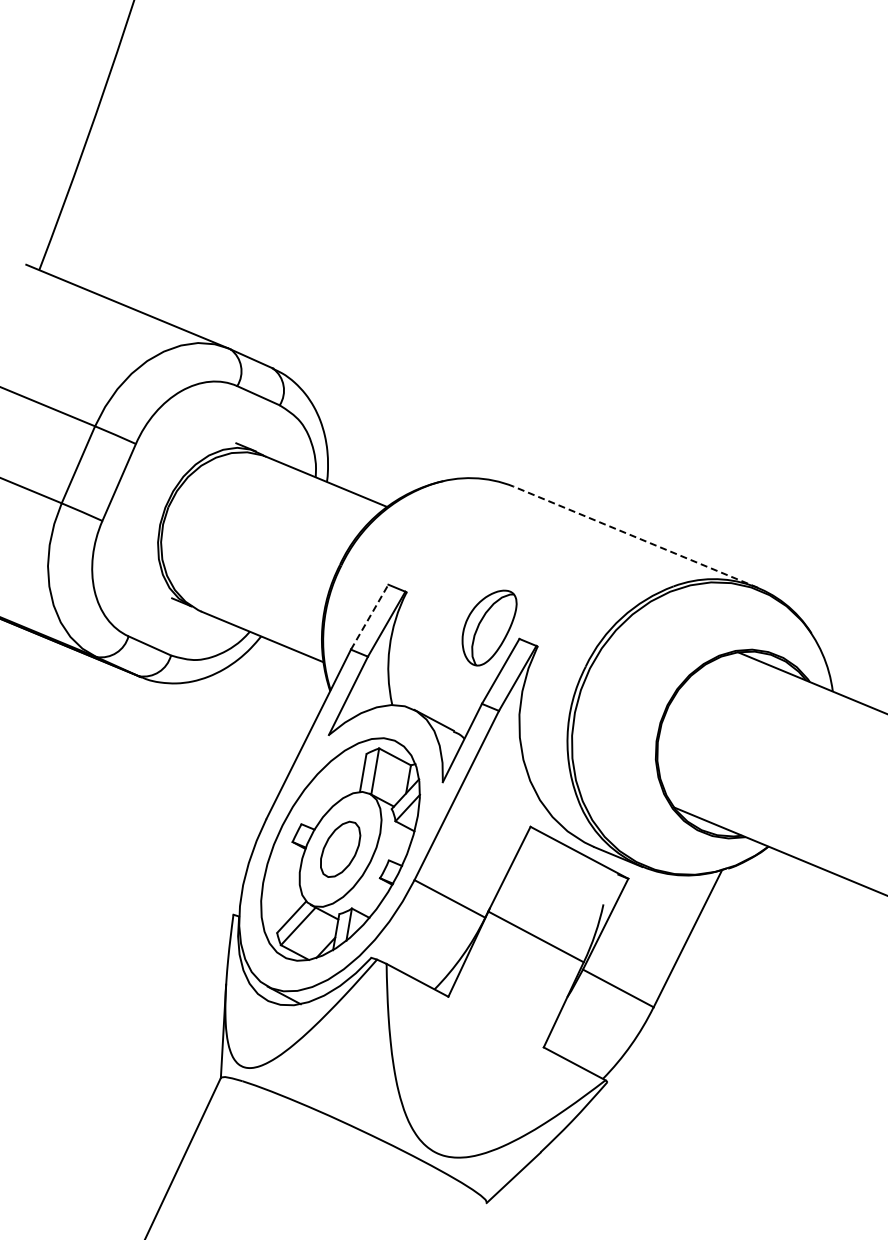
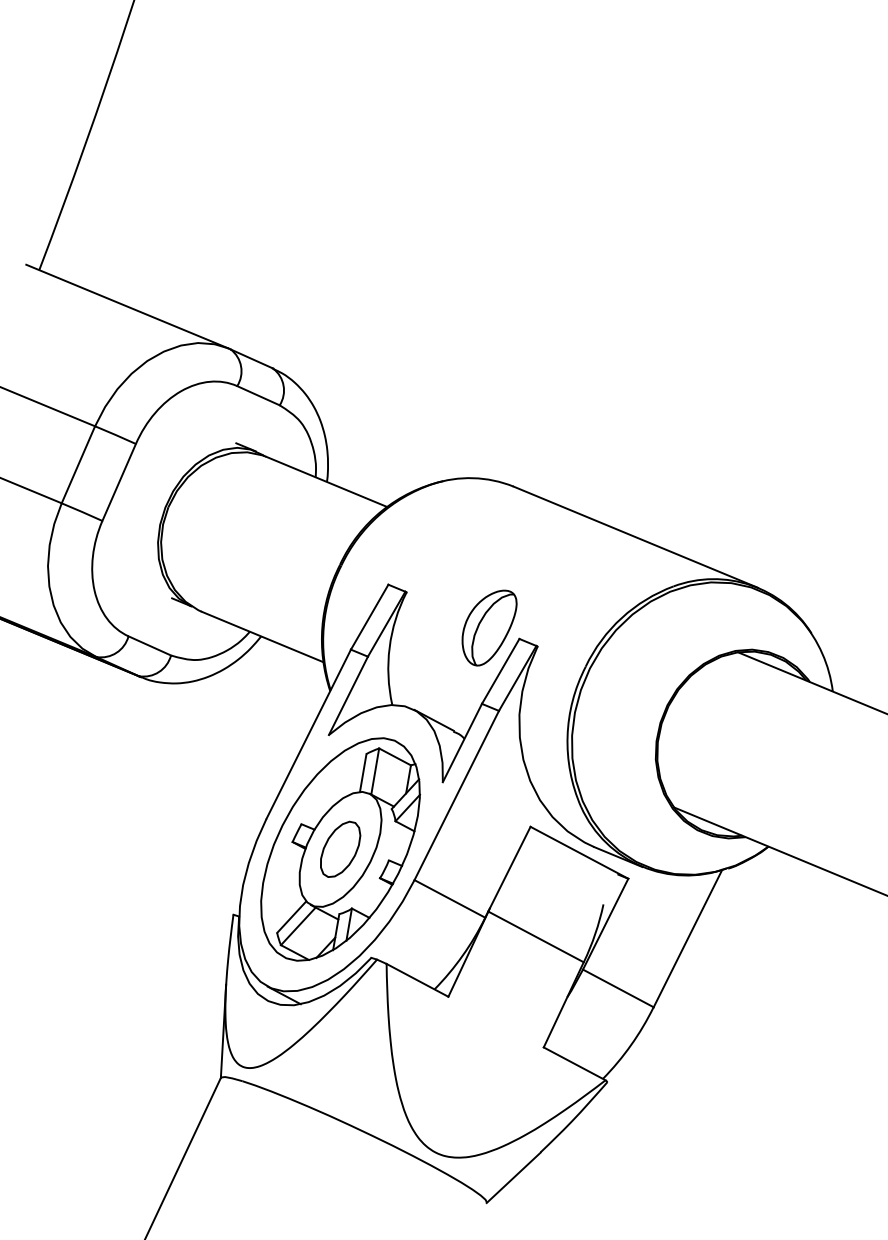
line at (635, 537): dashed -> solid
line at (369, 616): dashed -> solid
